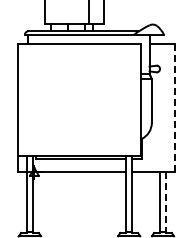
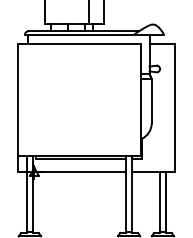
line at (175, 107): dashed -> solid
line at (166, 202): dashed -> solid
